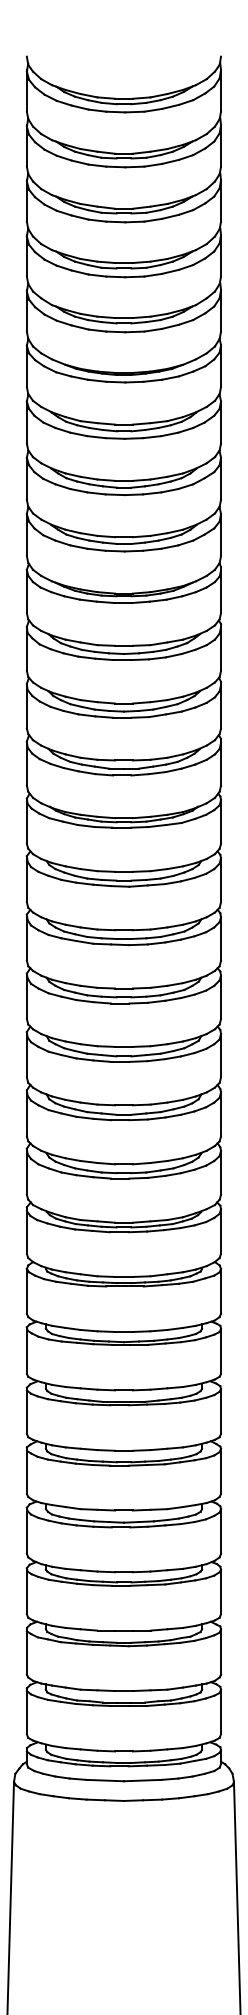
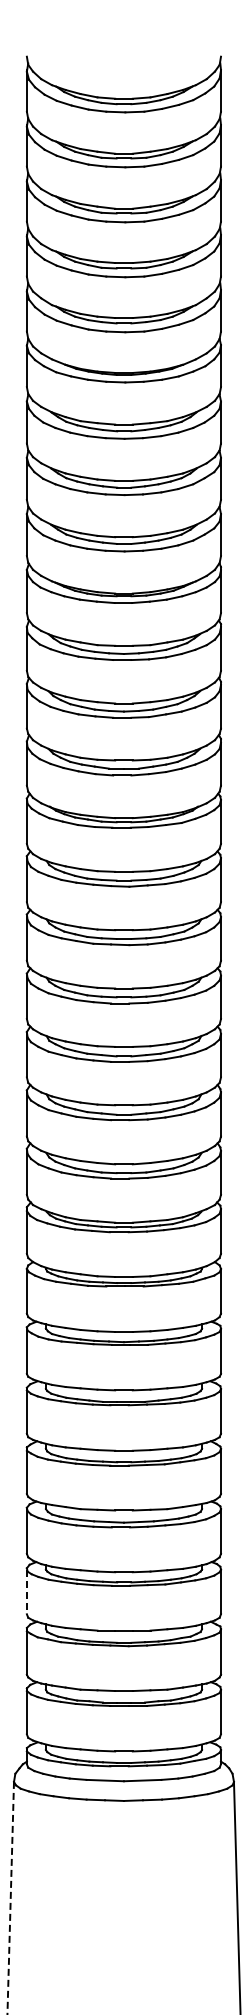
line at (26, 1592): solid -> dashed
line at (10, 1898): solid -> dashed
